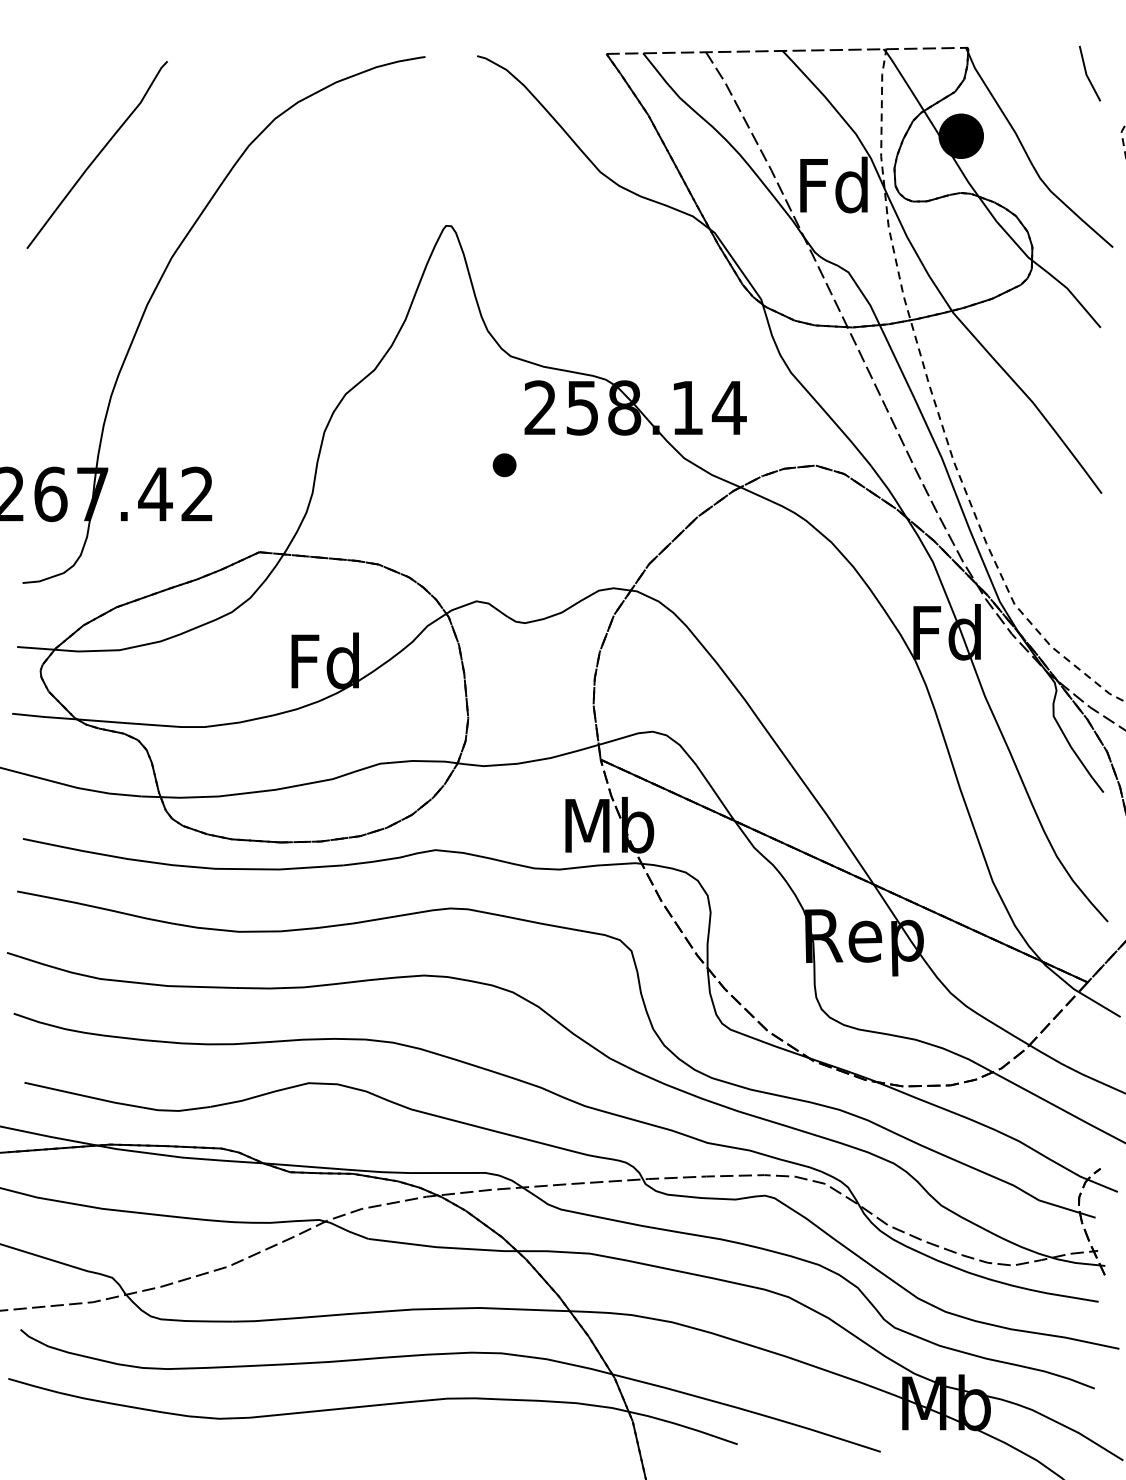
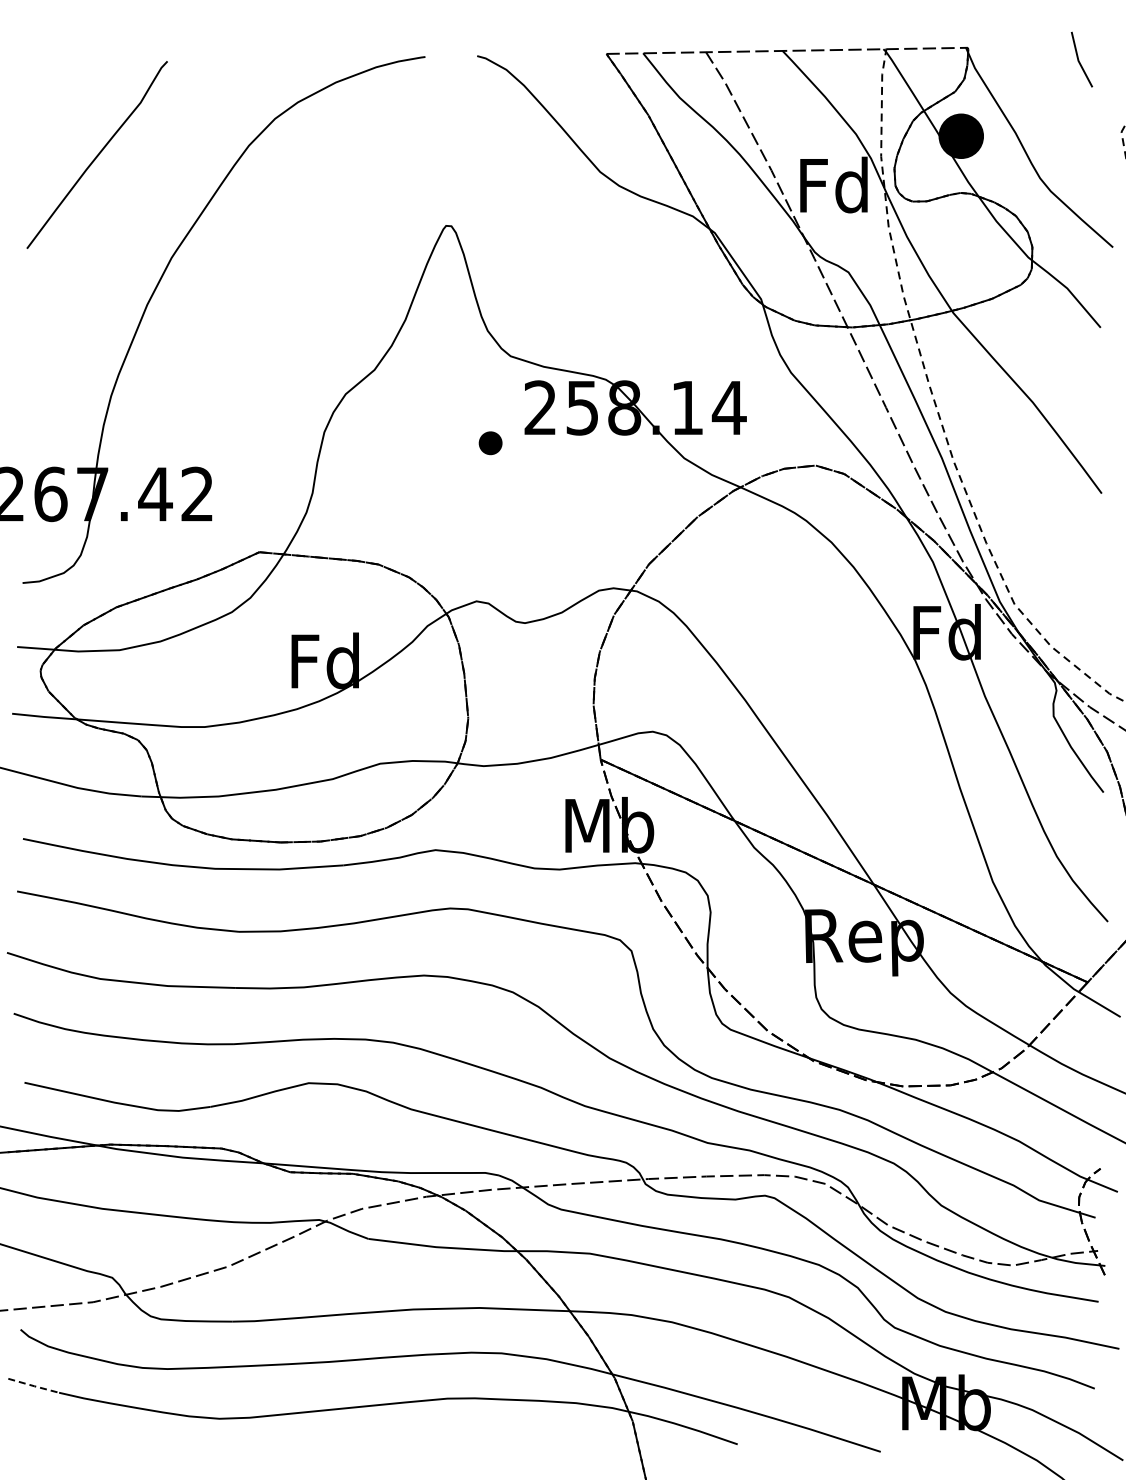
line at (1087, 73) position: (1087, 73) -> (1079, 59)
part at (504, 465) position: (504, 465) -> (490, 443)
line at (34, 1386): solid -> dashed
